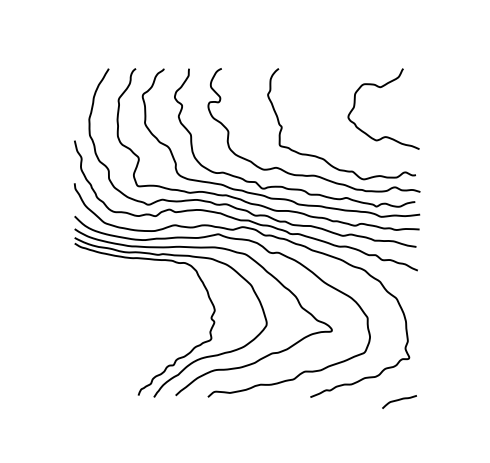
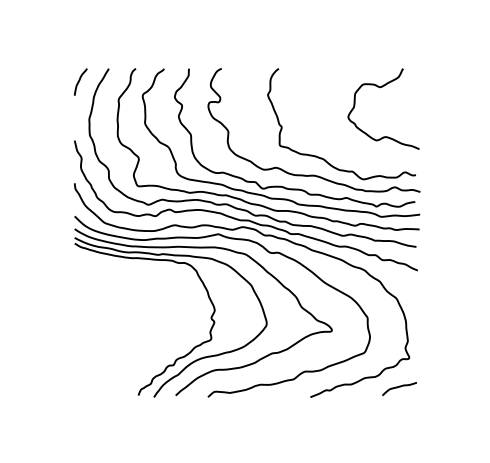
curve at (80, 80): none -> present
curve at (399, 400) position: (399, 400) -> (399, 387)
